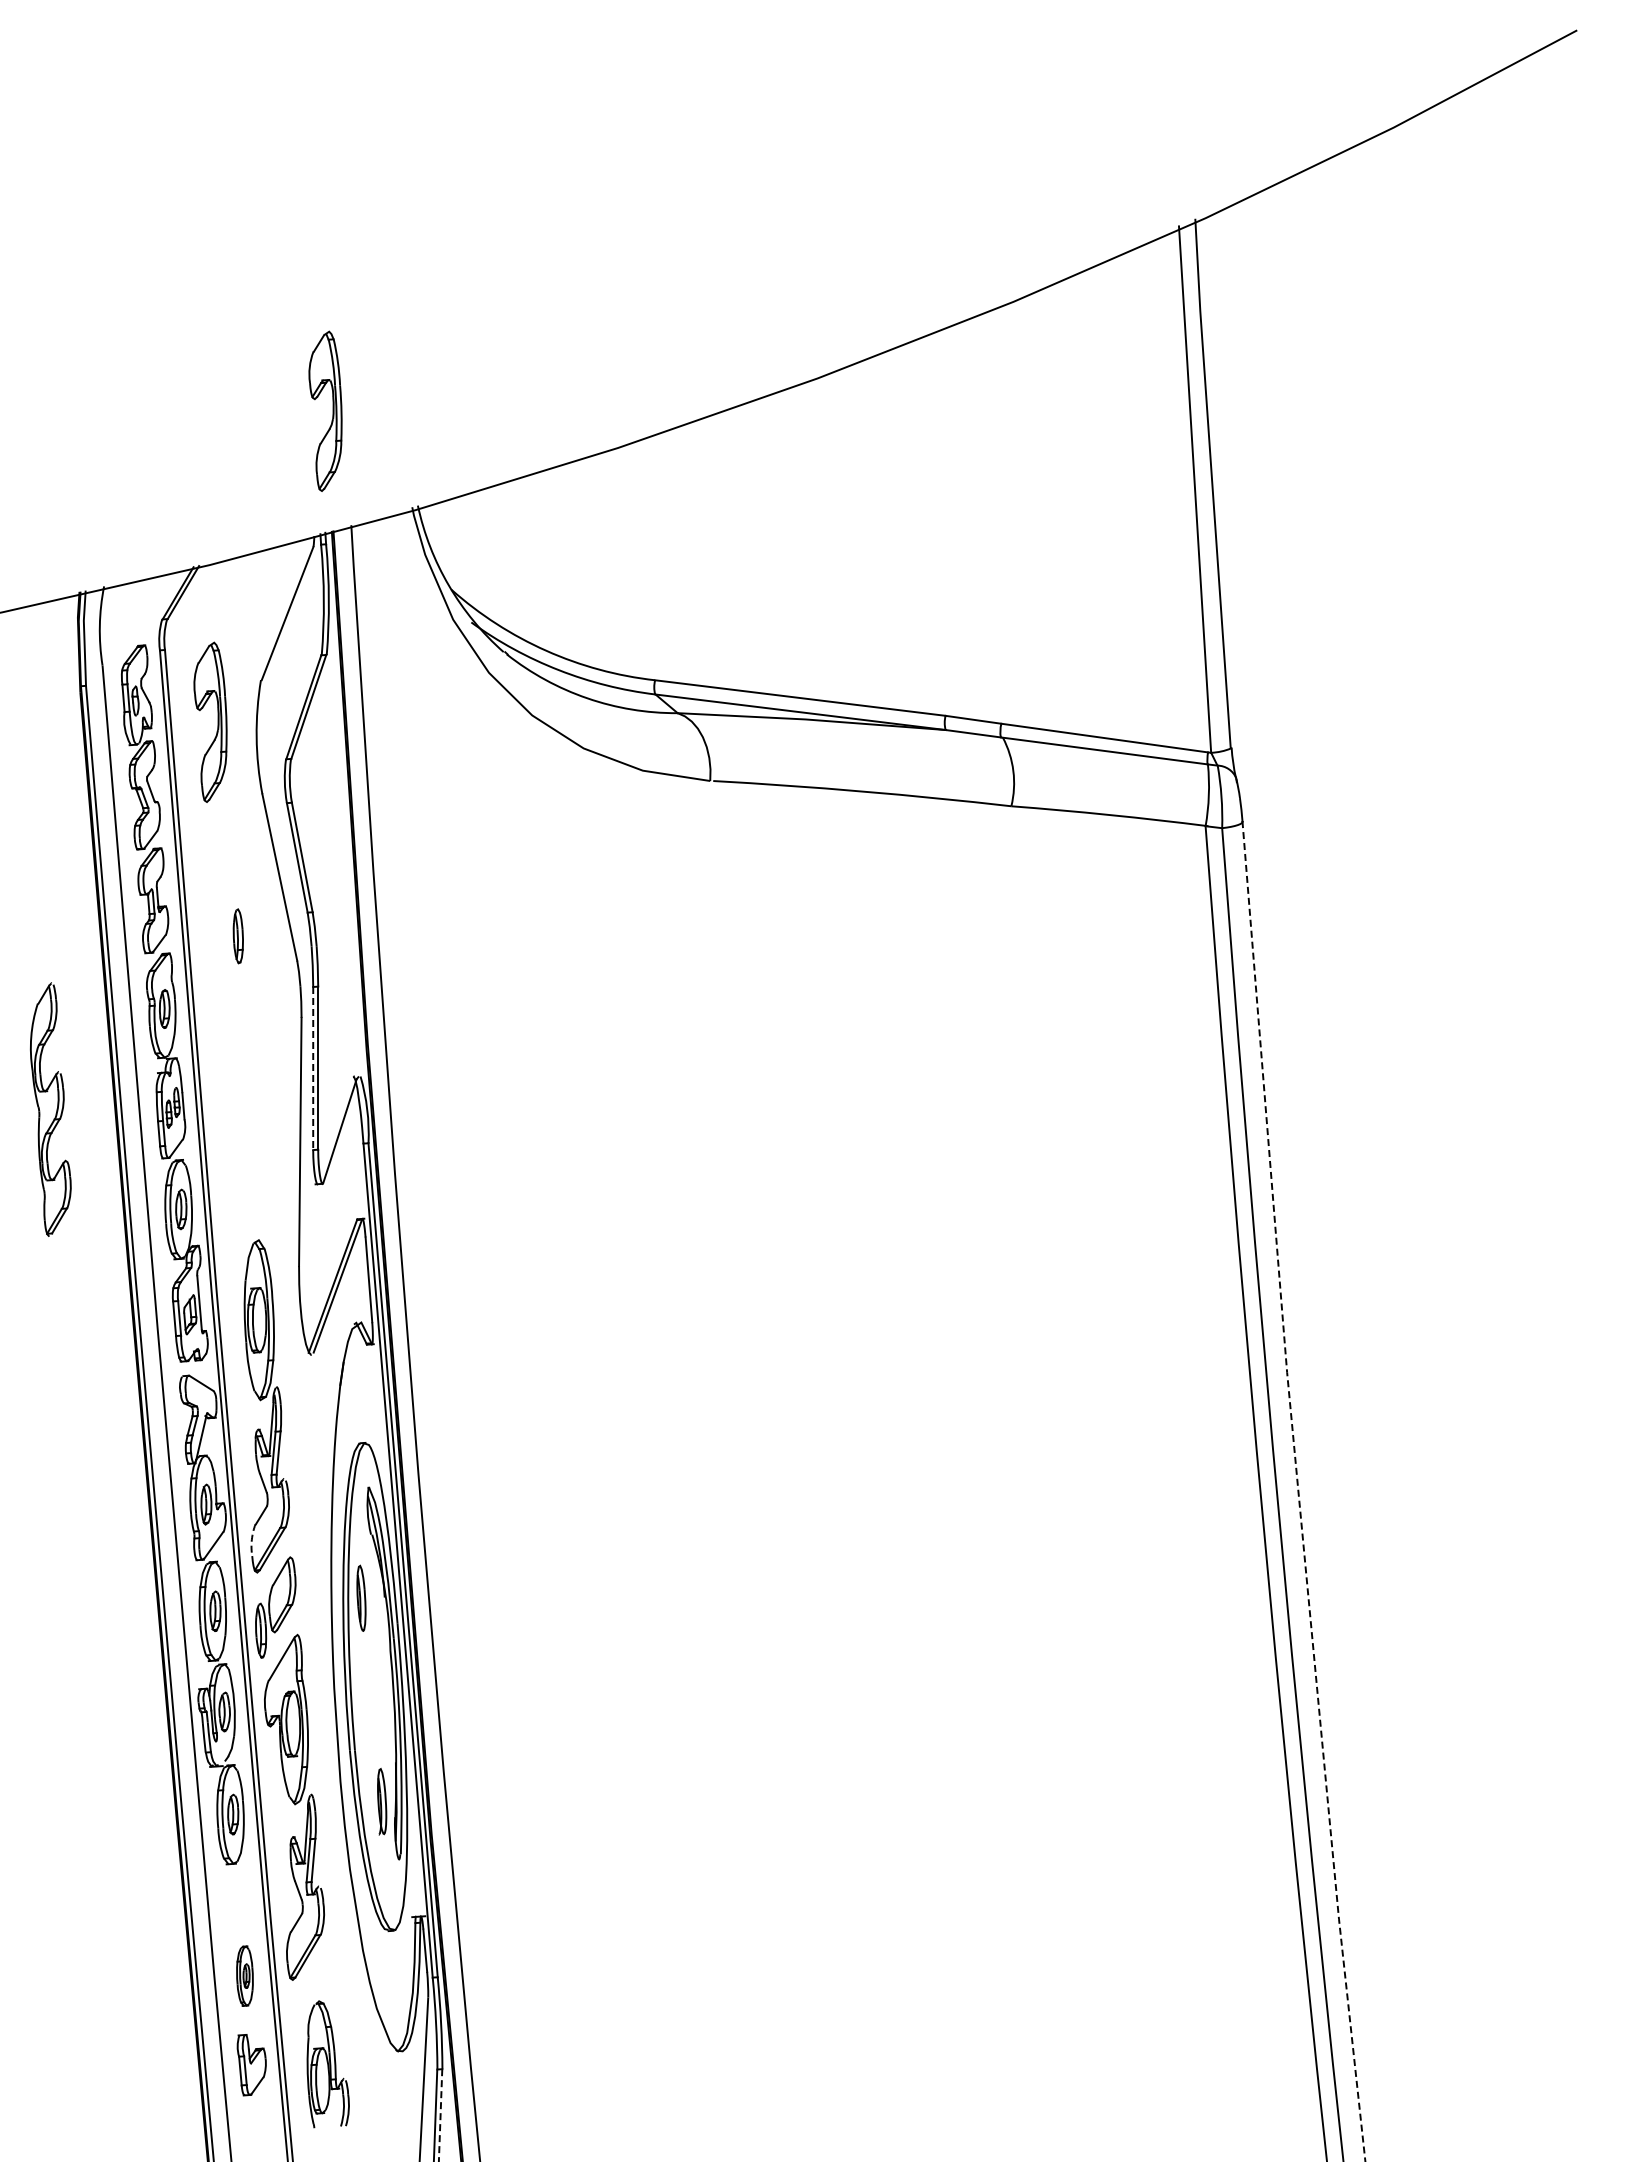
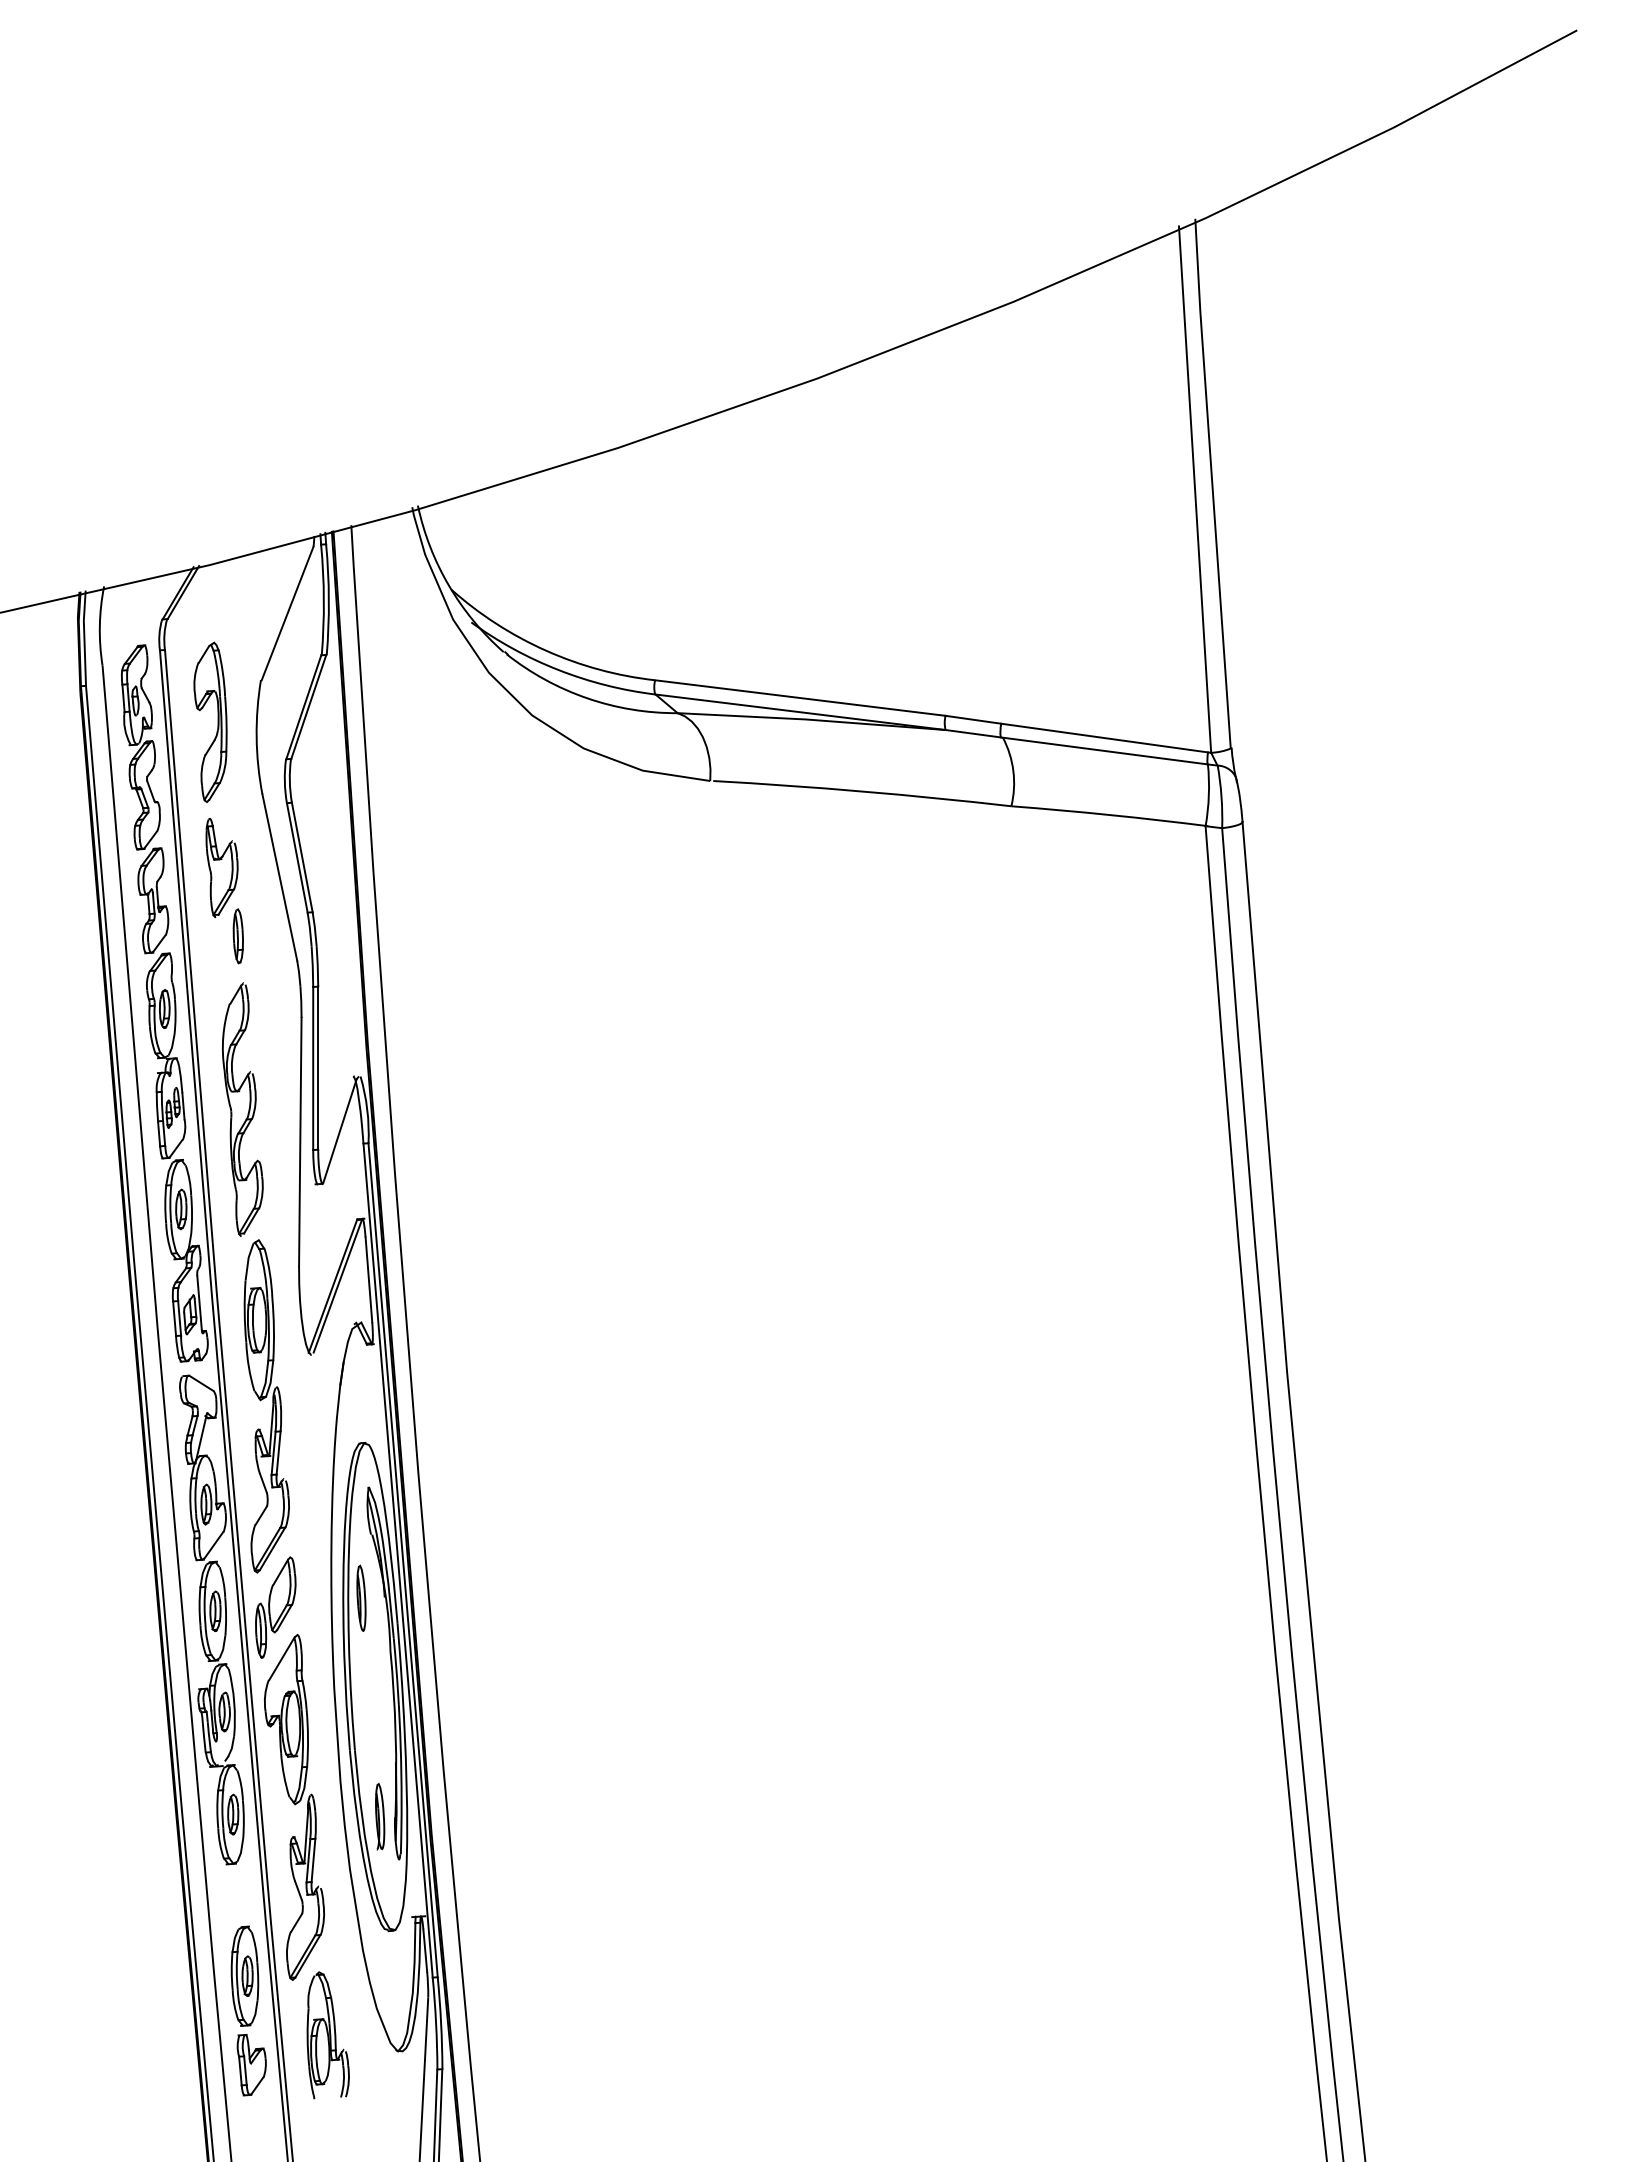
part at (332, 410): present -> none
part at (221, 867): none -> present
line at (313, 1068): dashed -> solid
part at (50, 1109) position: (50, 1109) -> (242, 1109)
line at (1298, 1492): dashed -> solid
arc at (251, 1539): dashed -> solid
part at (382, 1801) position: (382, 1801) -> (380, 1816)
part at (244, 1975) size: 18x62 px -> 30x102 px
part at (327, 2064) position: (327, 2064) -> (327, 2035)
line at (440, 2115): dashed -> solid
